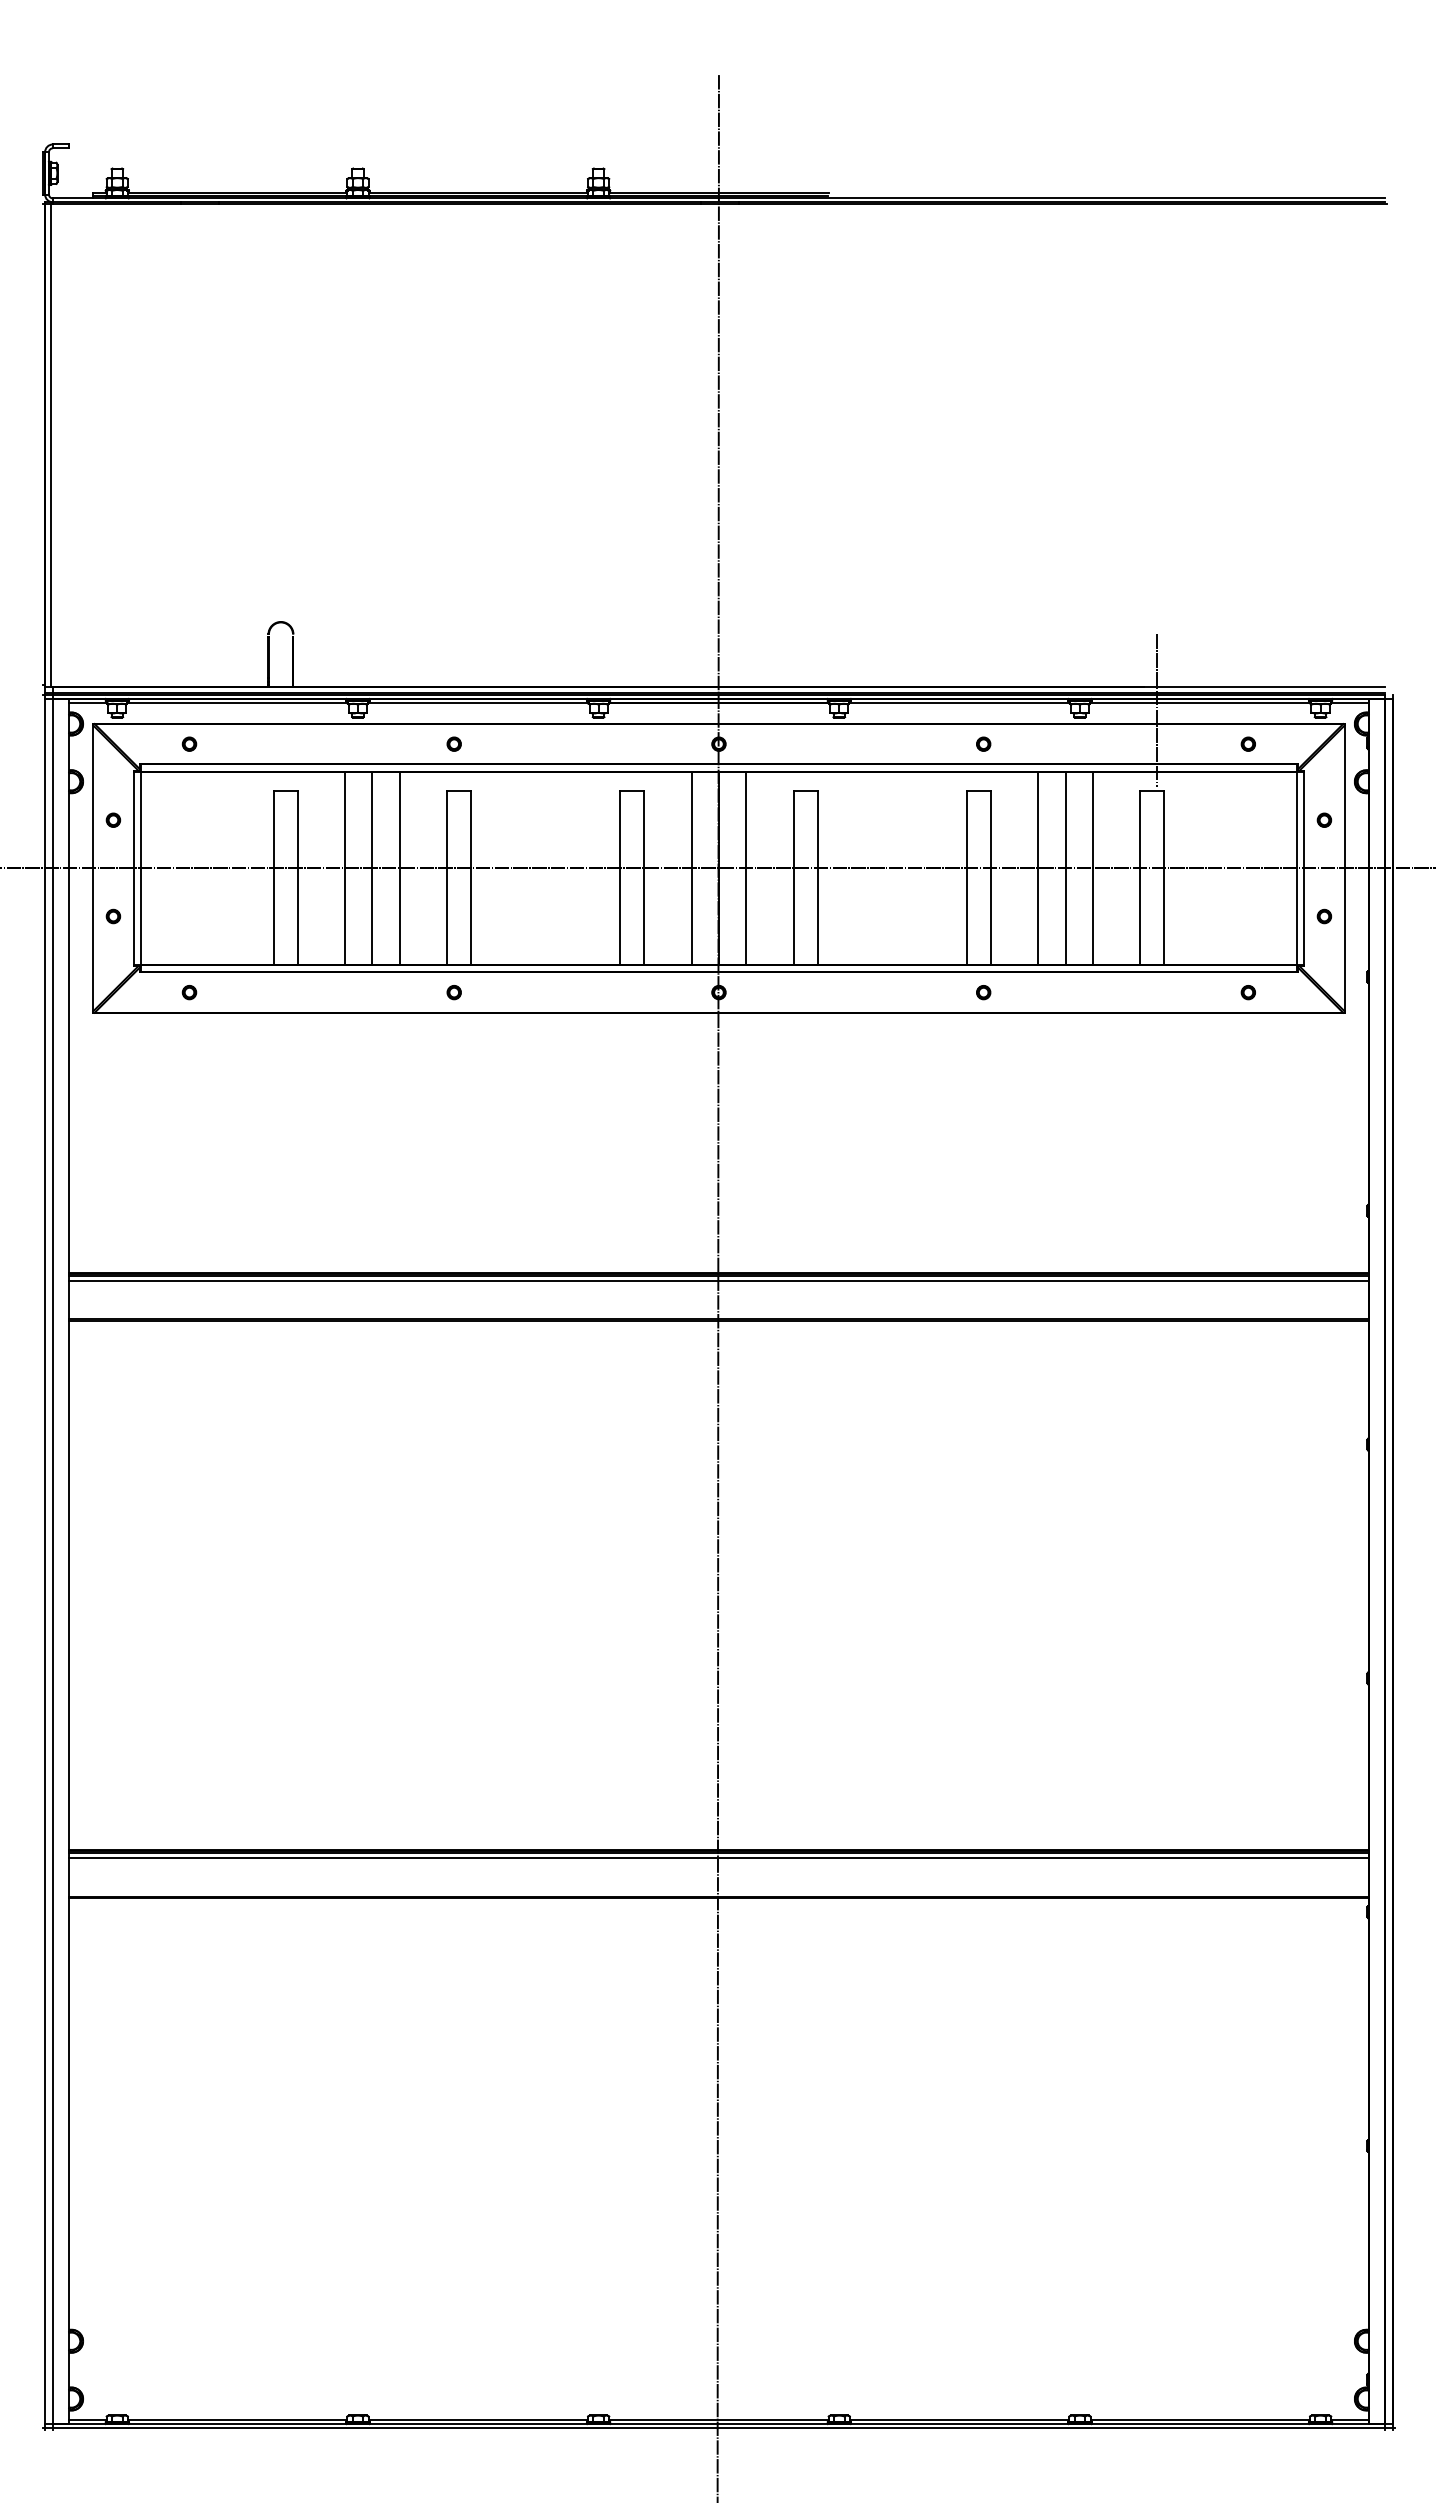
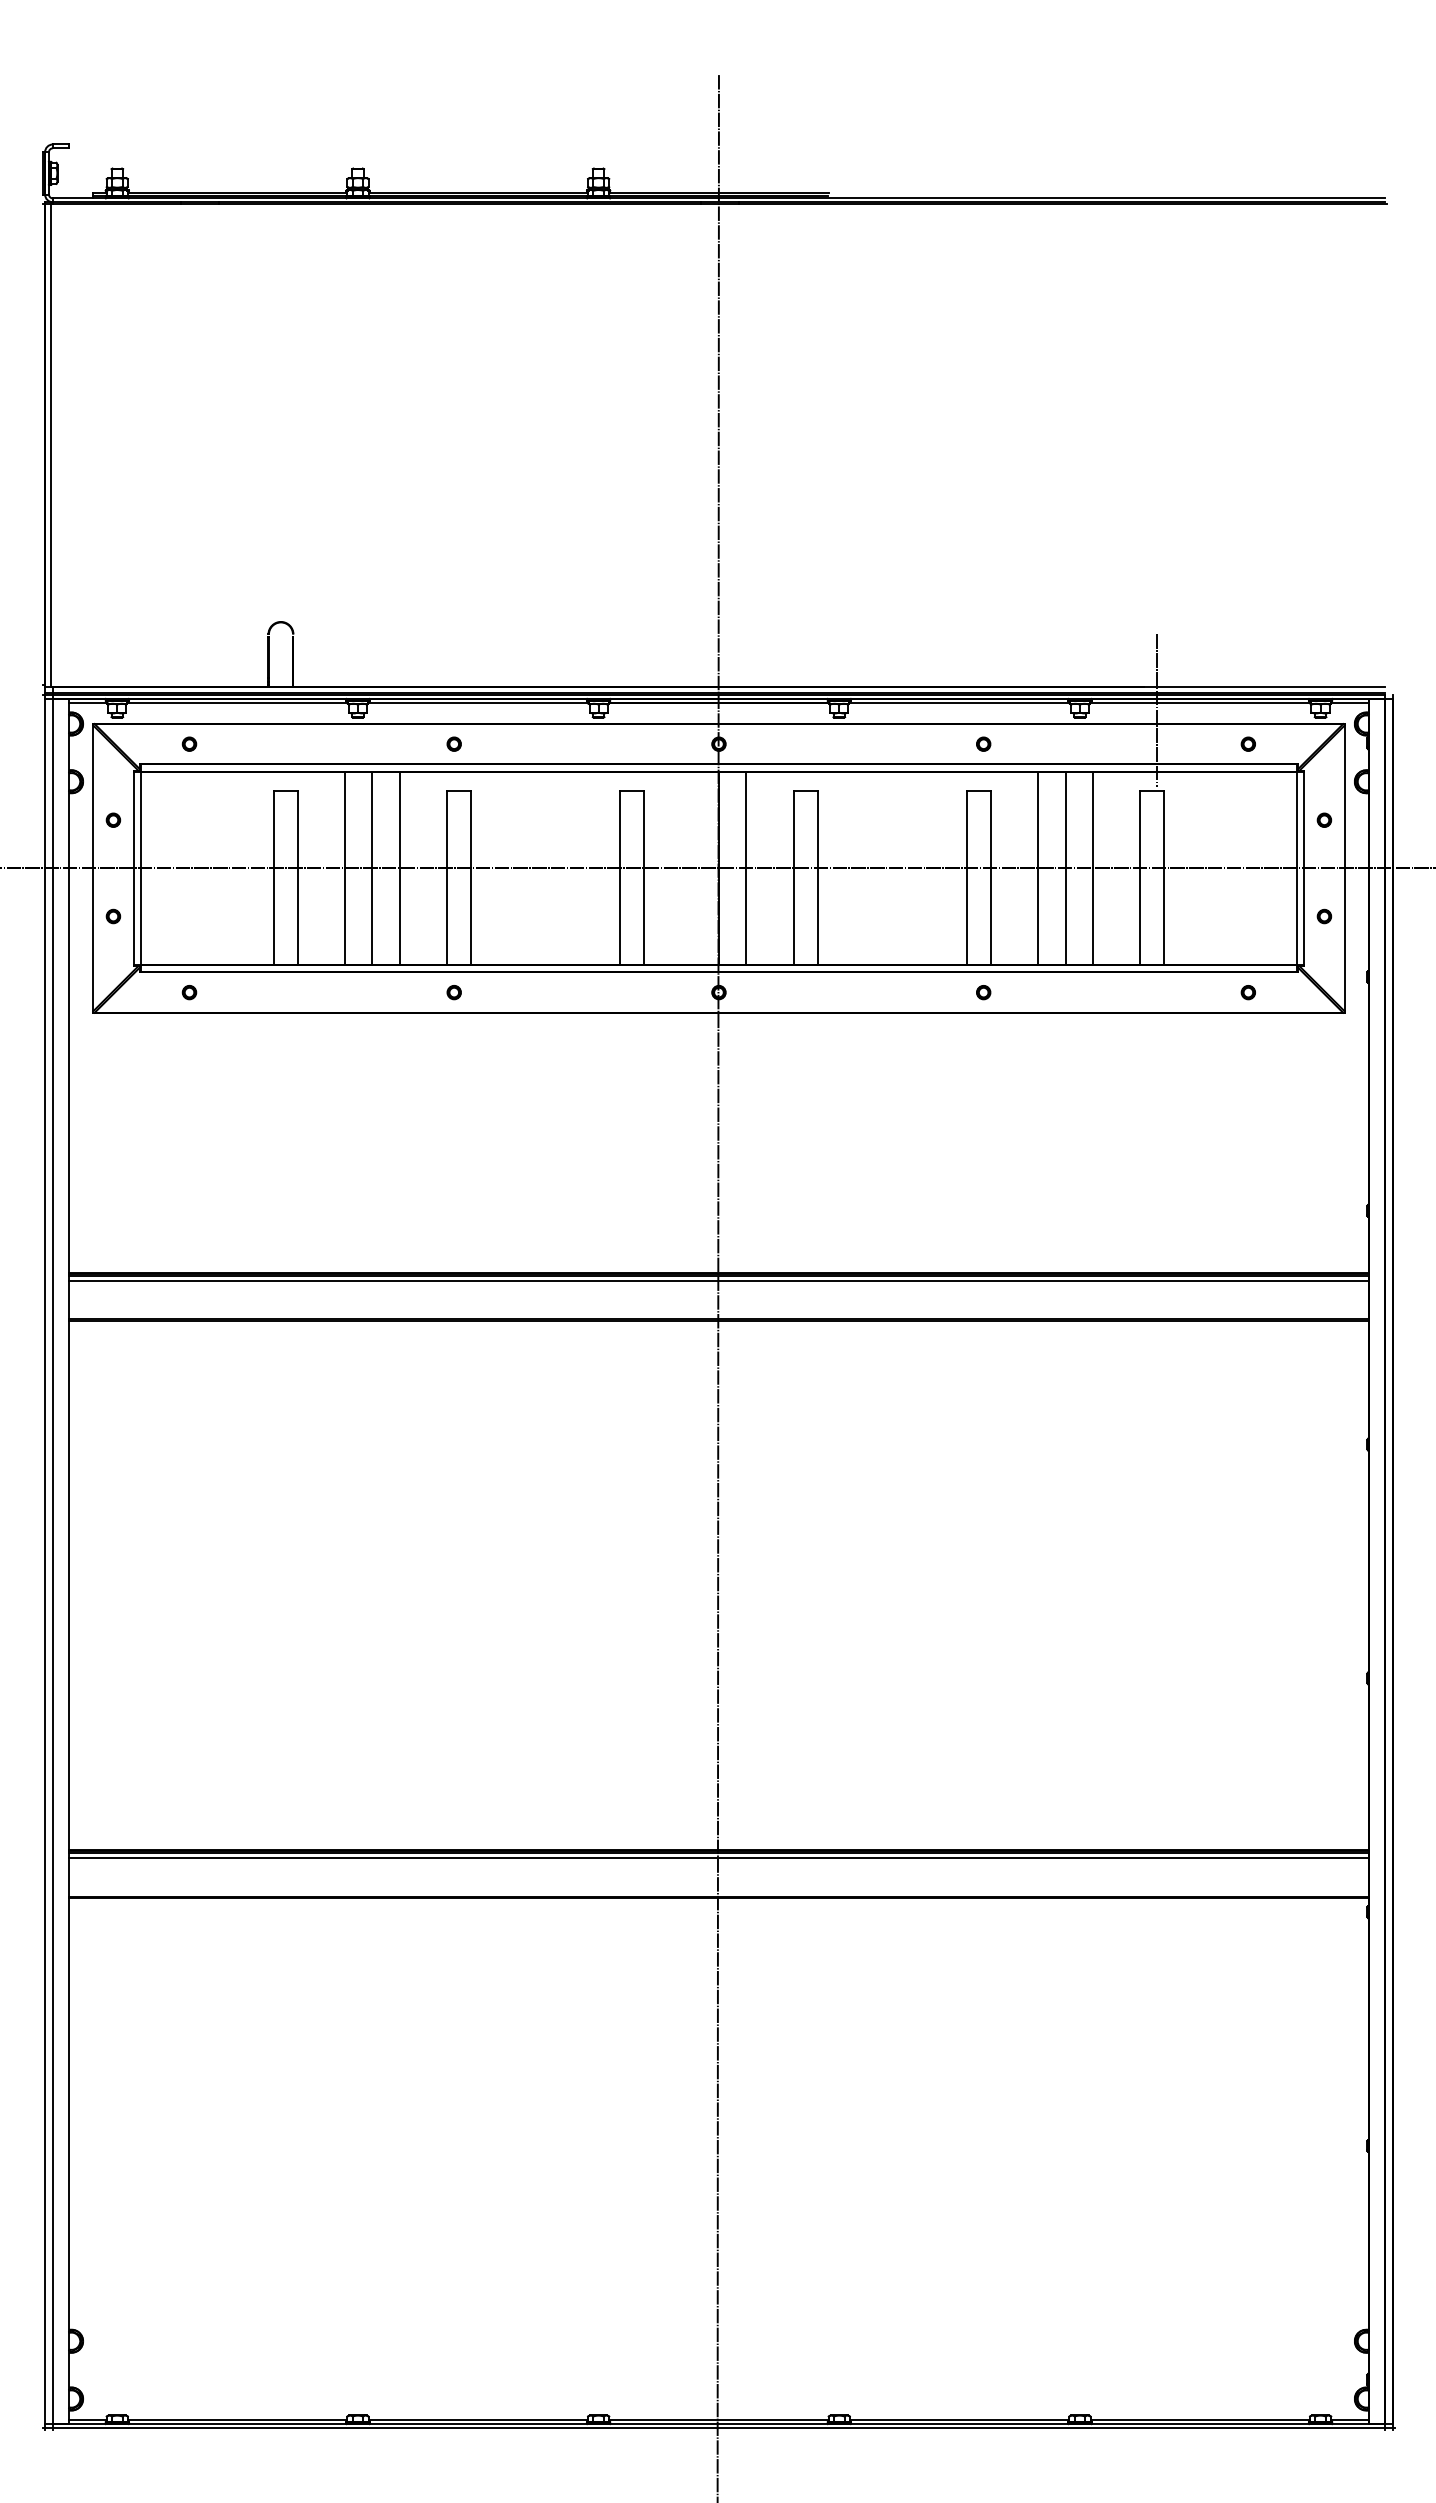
line at (691, 868): present -> none
